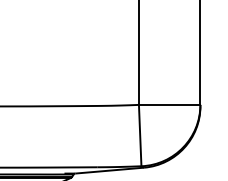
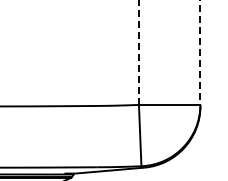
line at (138, 52): solid -> dashed
line at (200, 53): solid -> dashed
